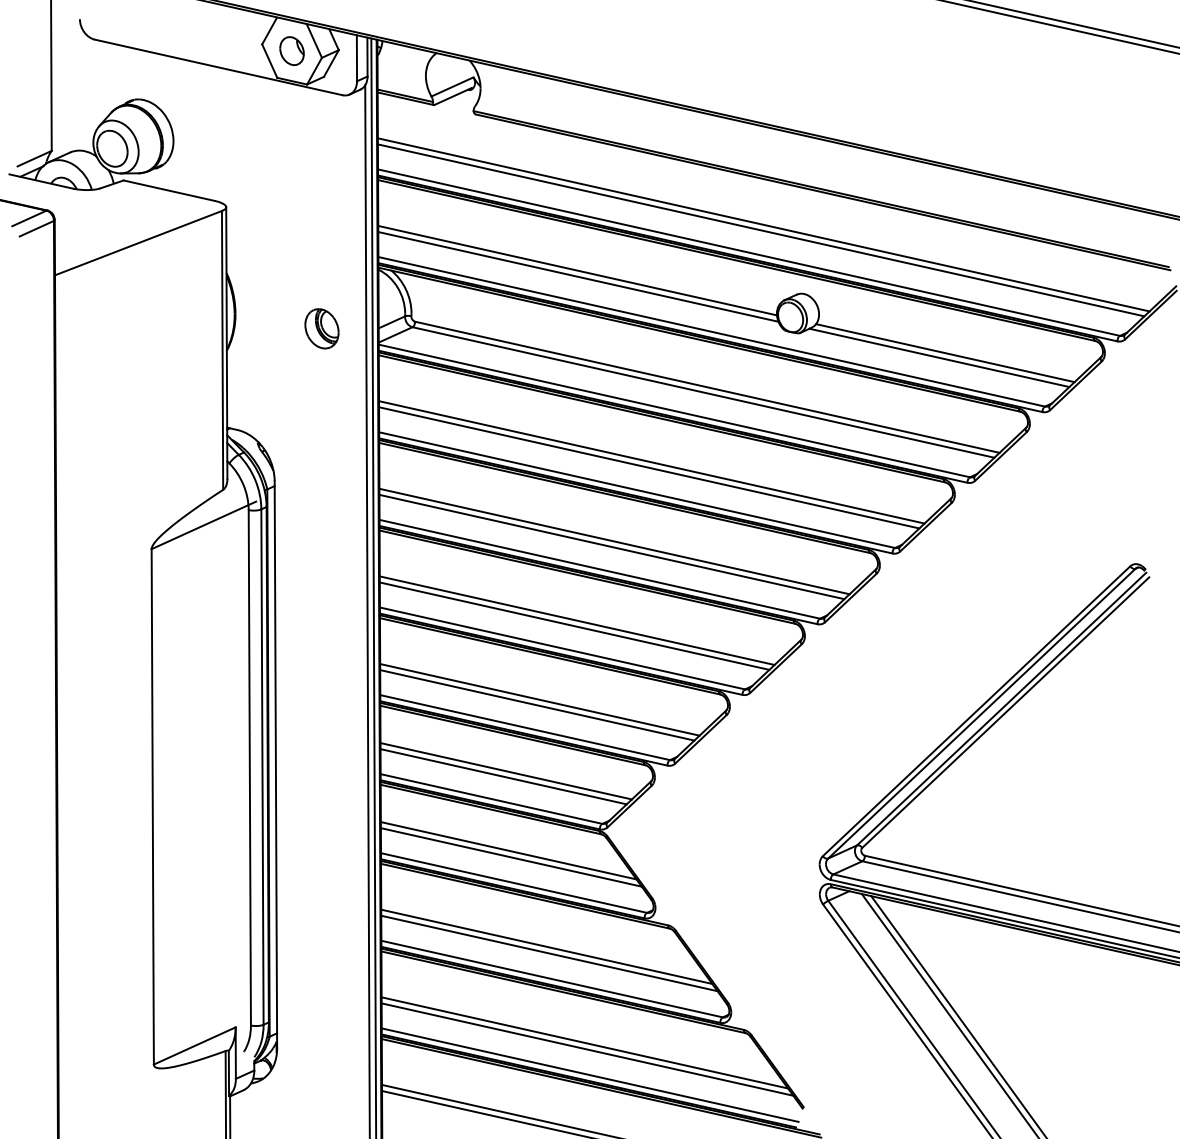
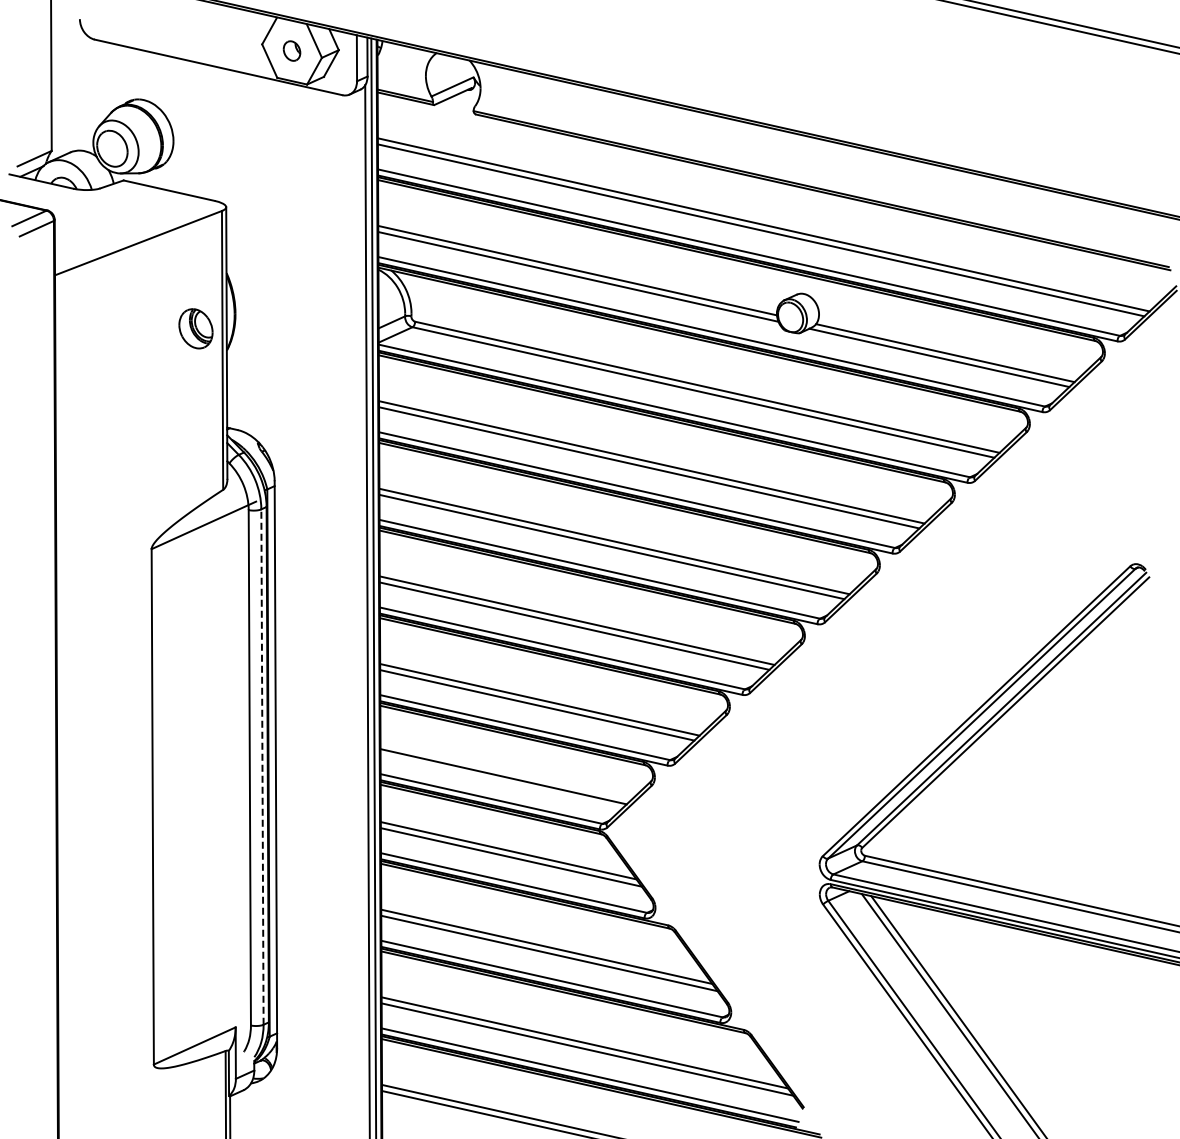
part at (291, 50) size: 26x30 px -> 20x22 px
part at (321, 328) position: (321, 328) -> (195, 328)
line at (262, 767): solid -> dashed
line at (505, 771): present -> none
